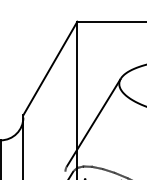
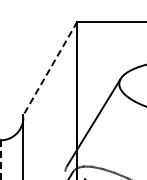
line at (50, 68): solid -> dashed
line at (0, 160): solid -> dashed
